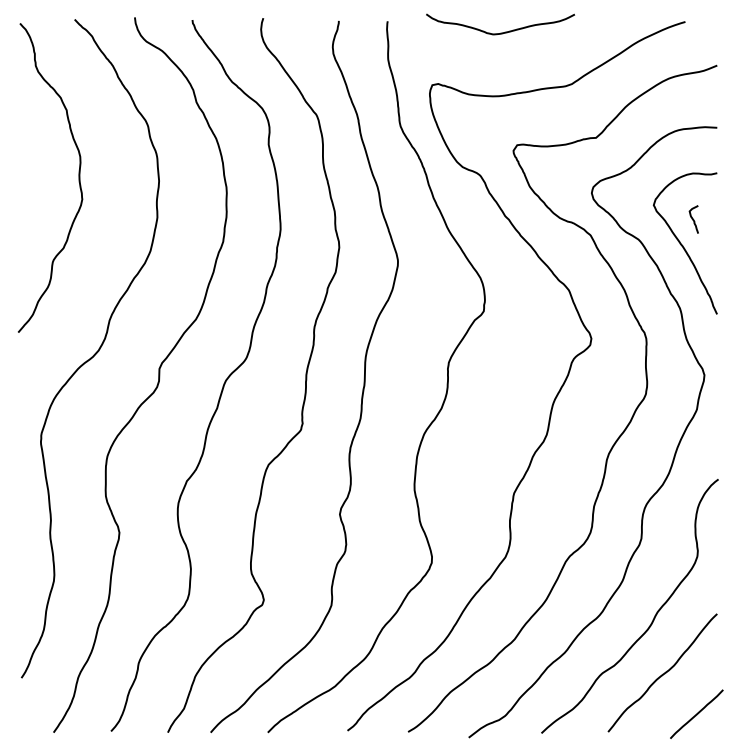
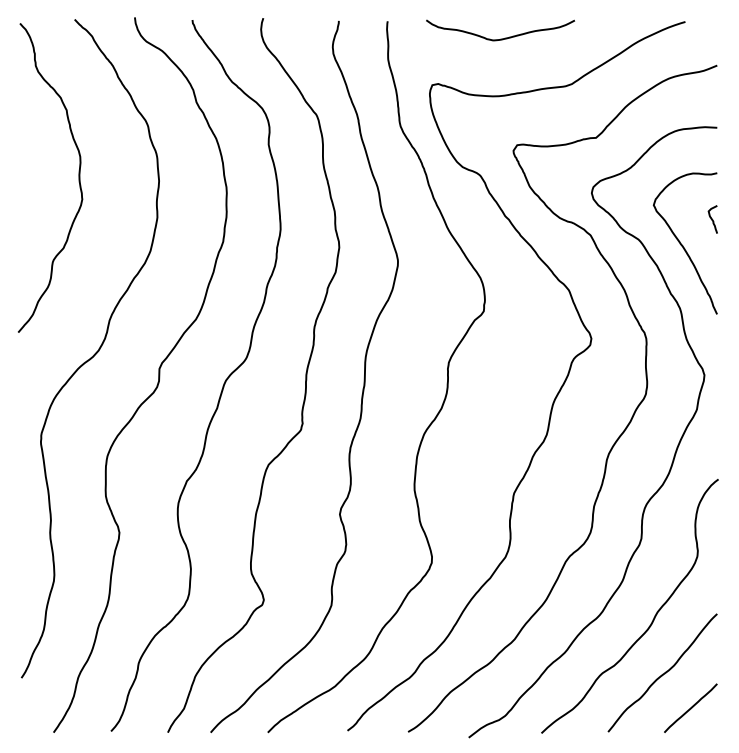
curve at (500, 32) position: (500, 32) -> (500, 38)
curve at (693, 219) position: (693, 219) -> (712, 219)
line at (696, 713) position: (696, 713) -> (690, 707)
